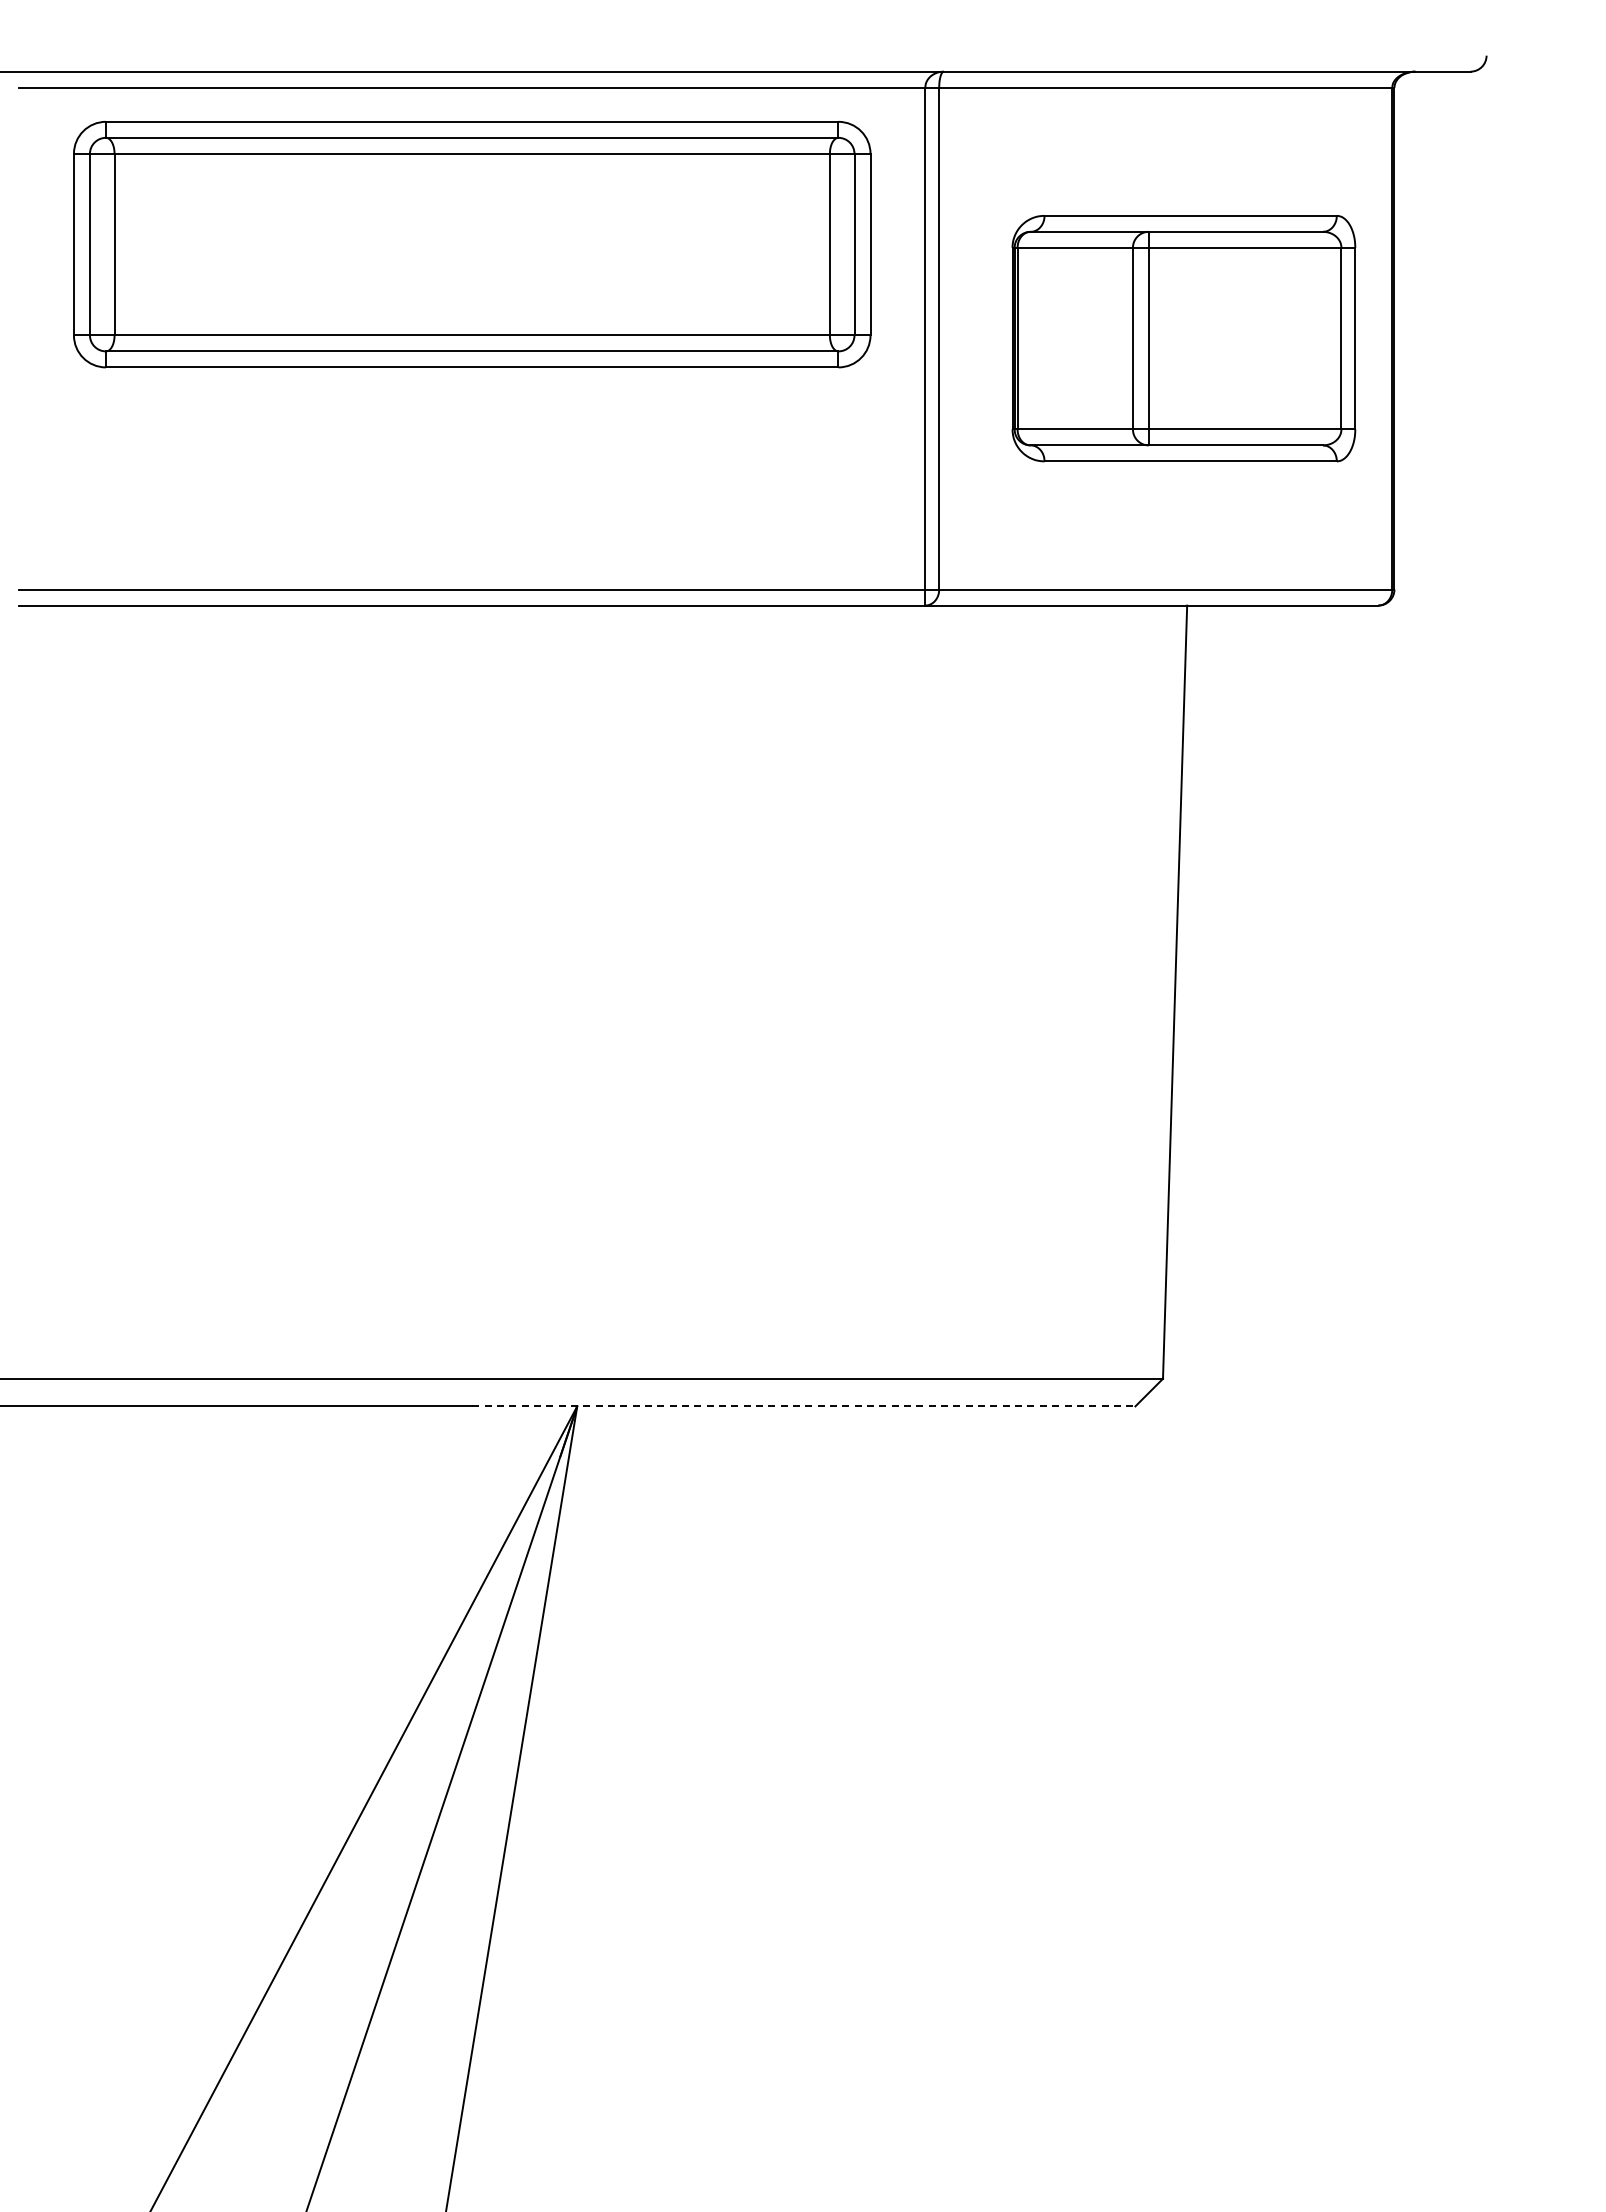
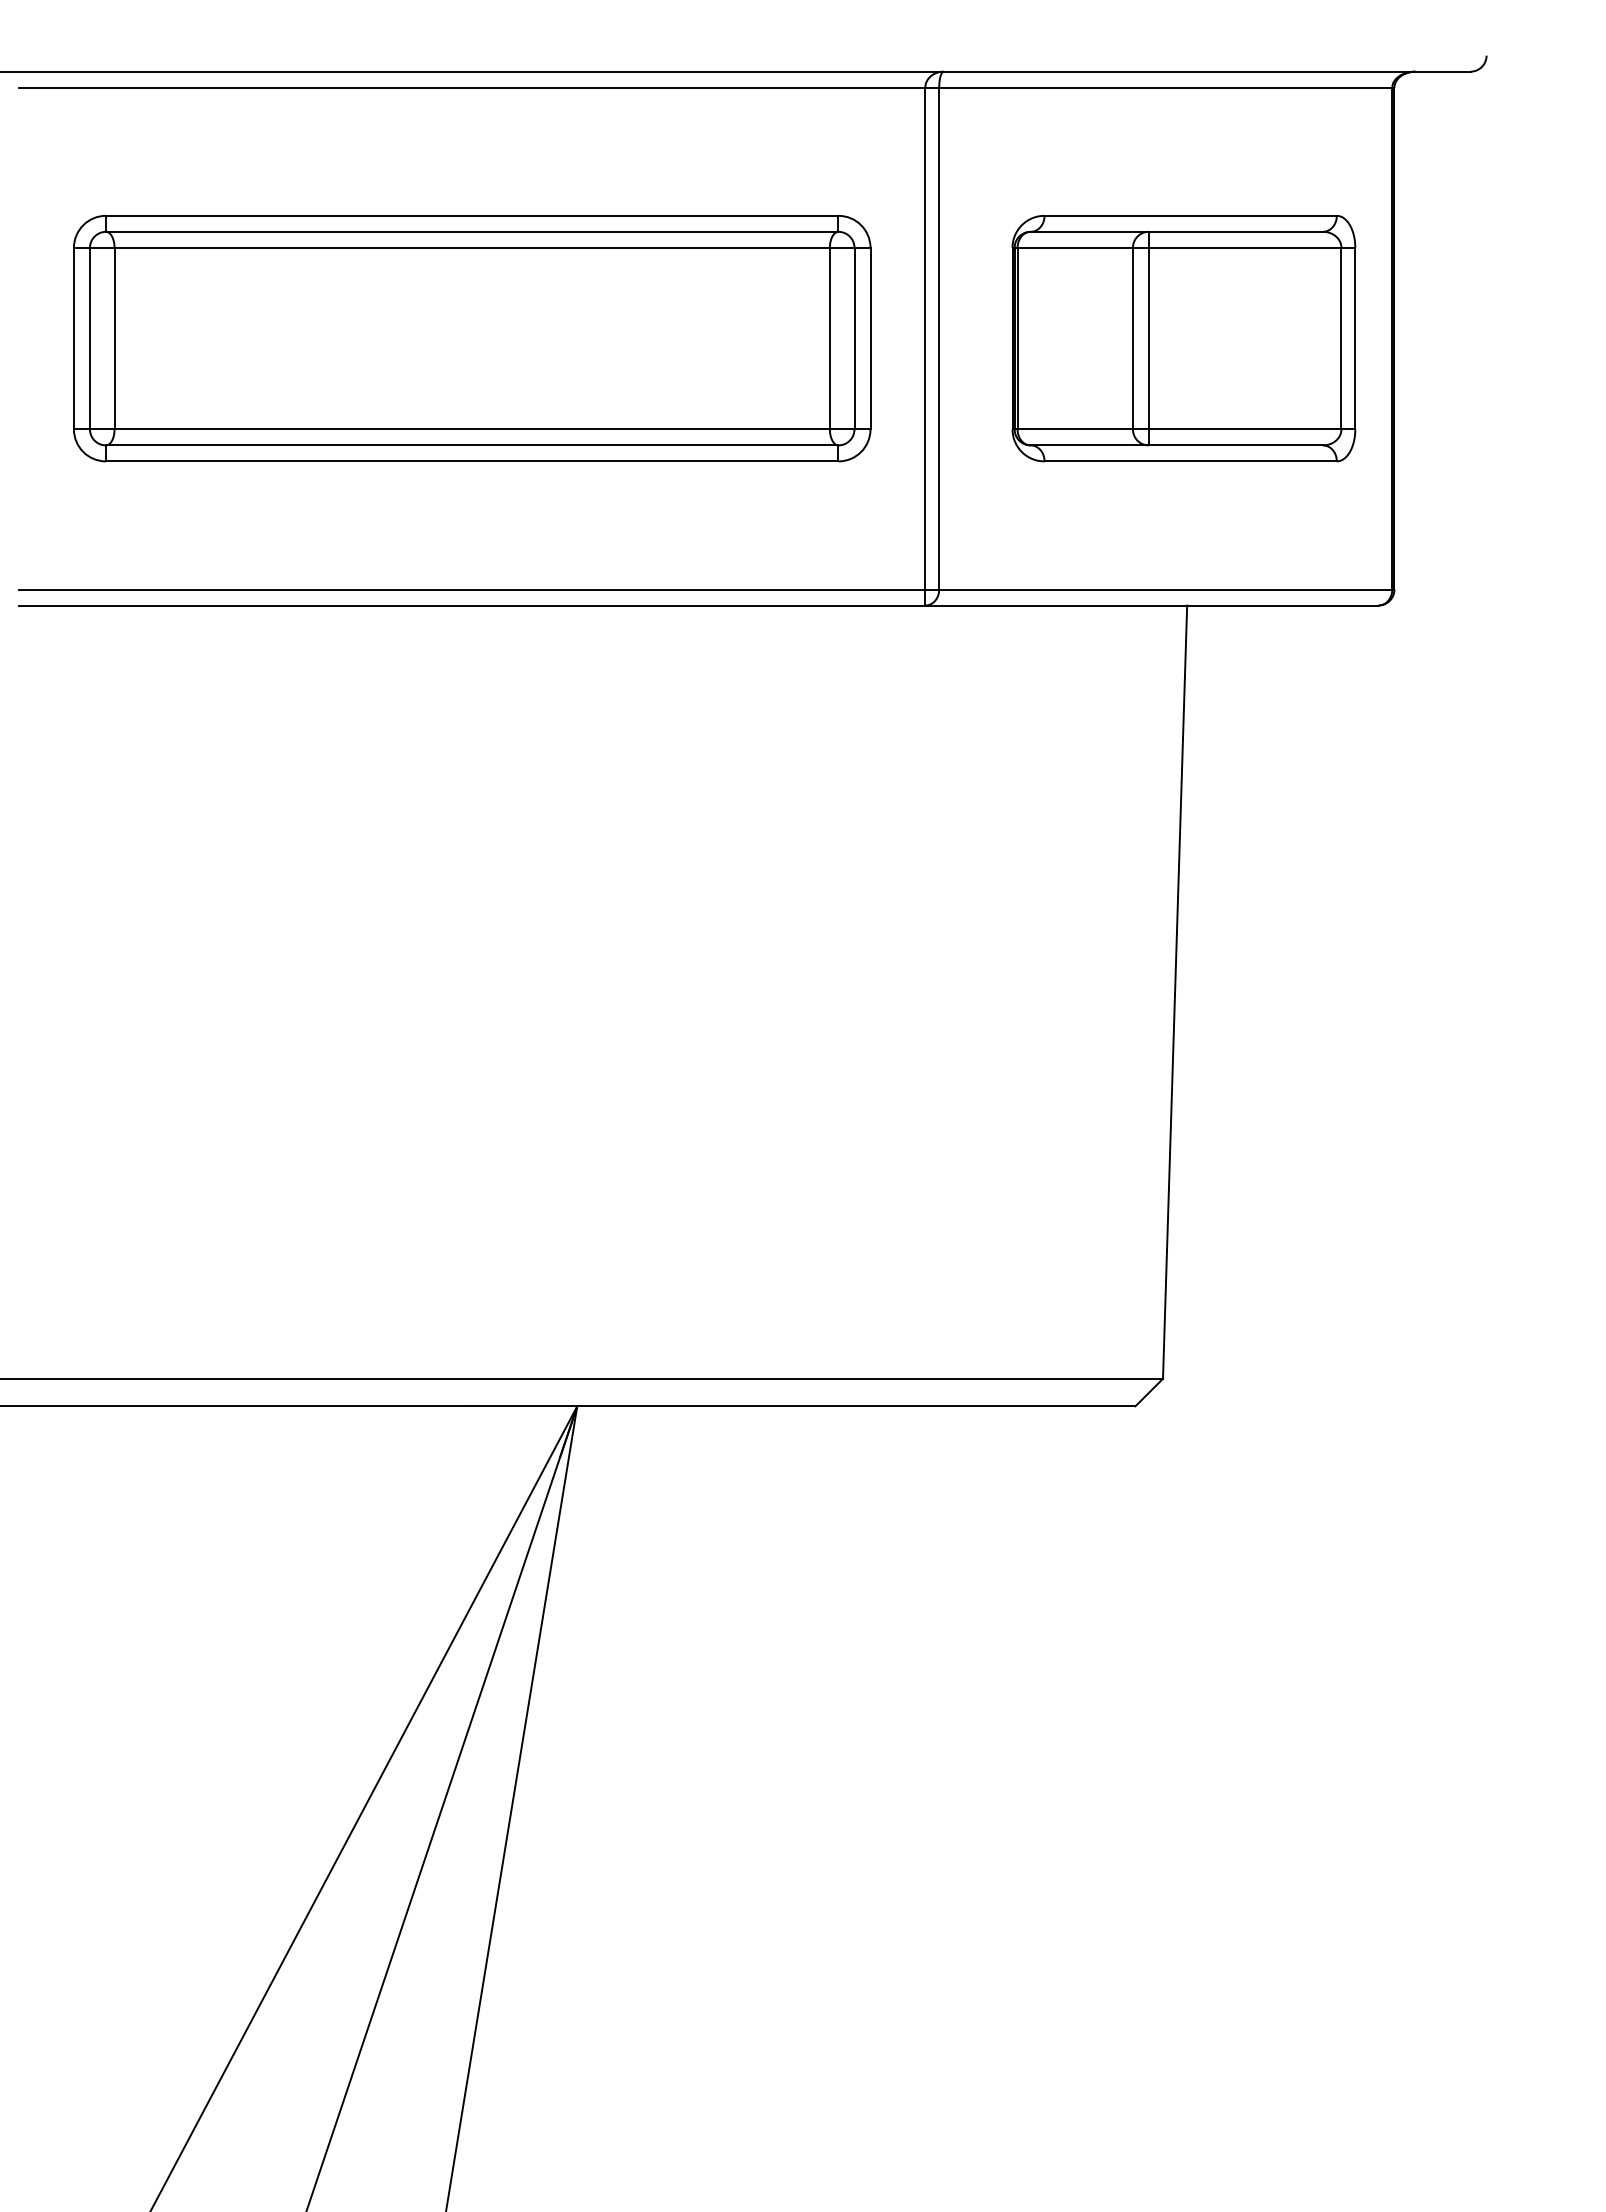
part at (472, 244) position: (472, 244) -> (472, 338)
line at (803, 1406): dashed -> solid
